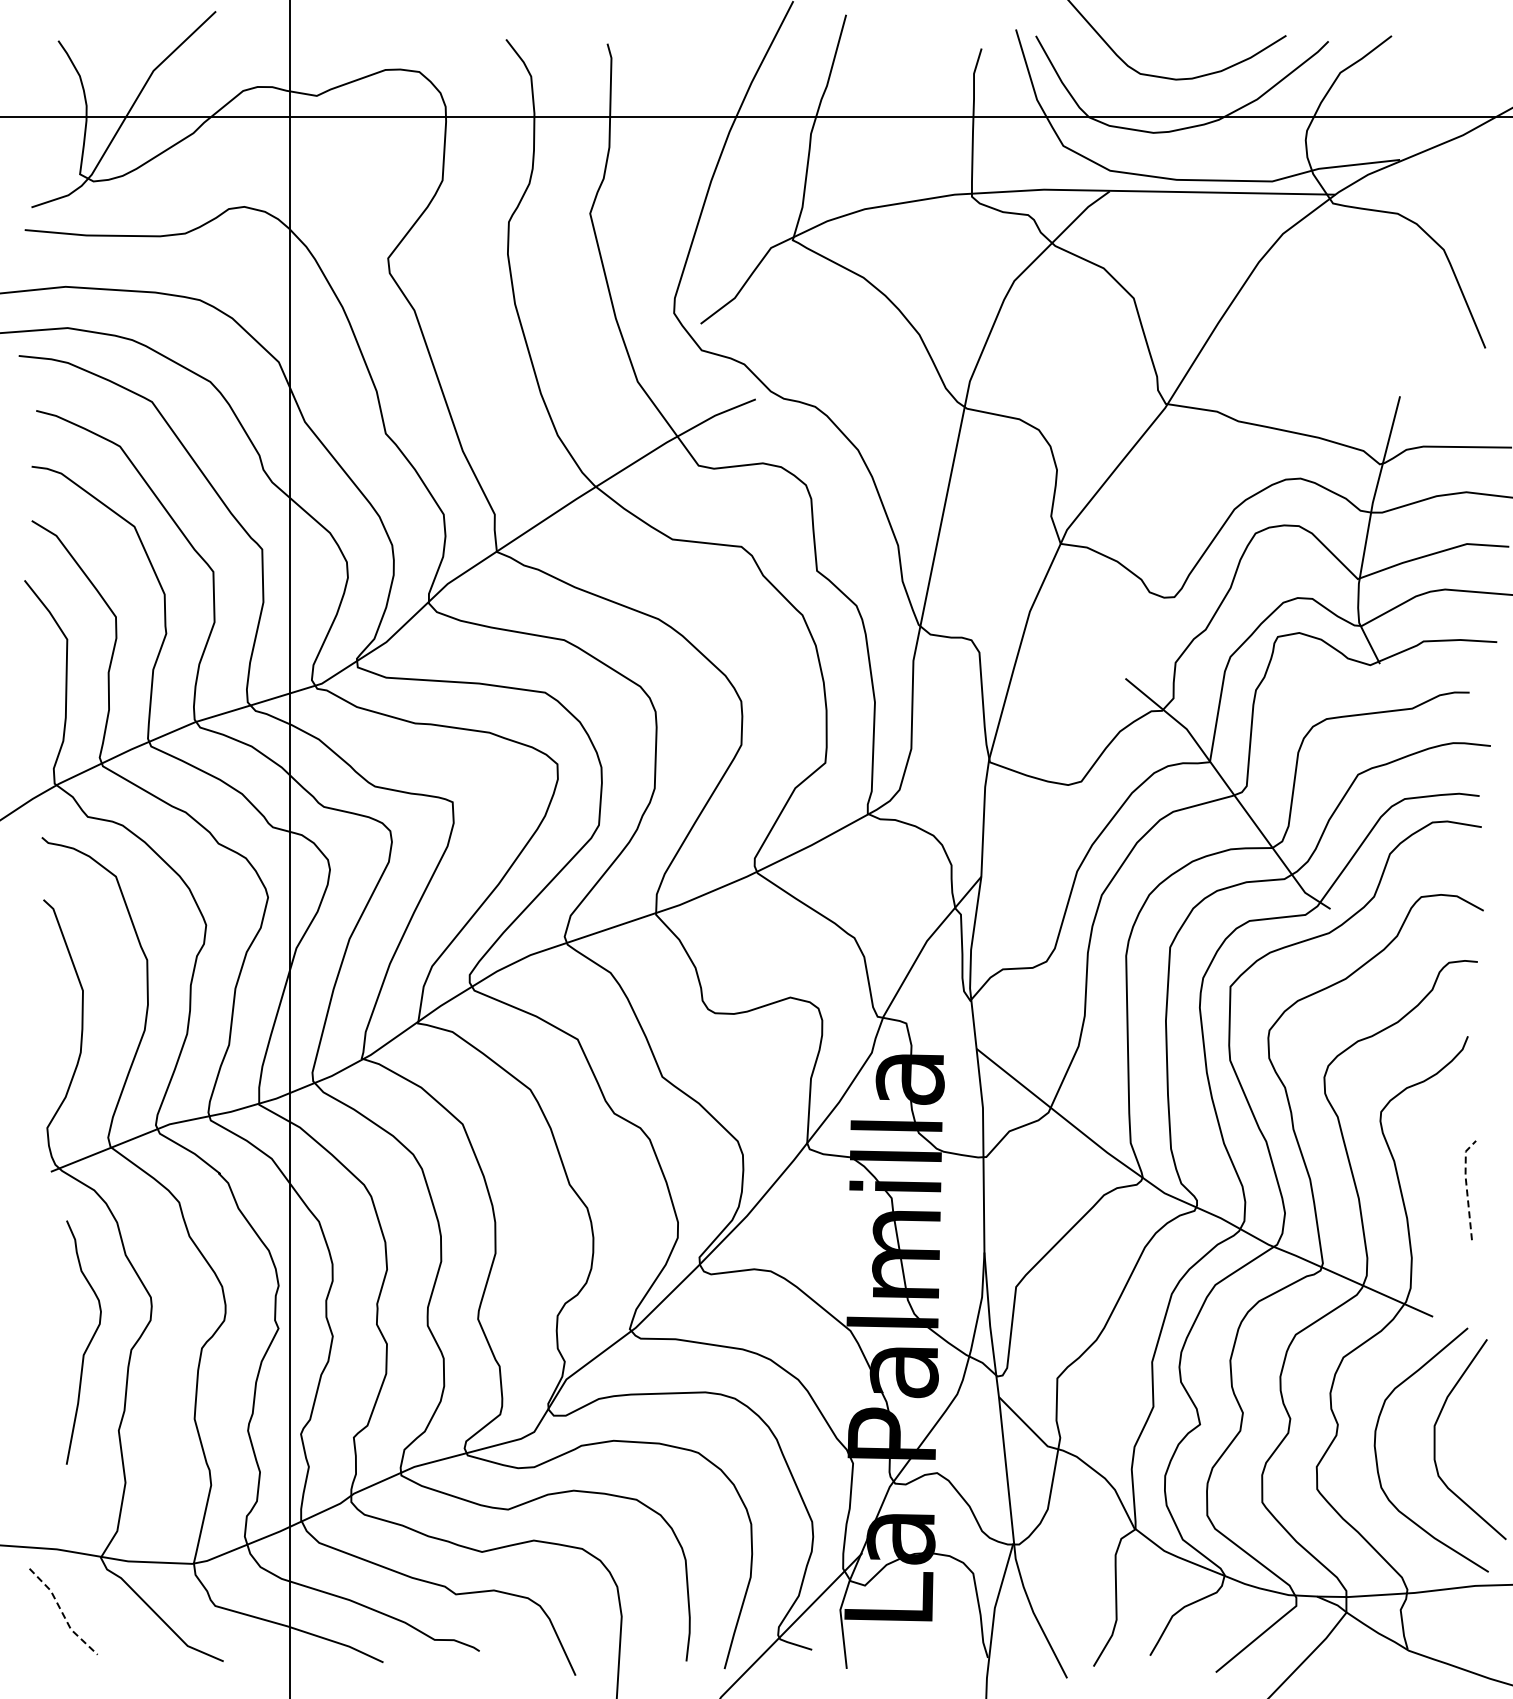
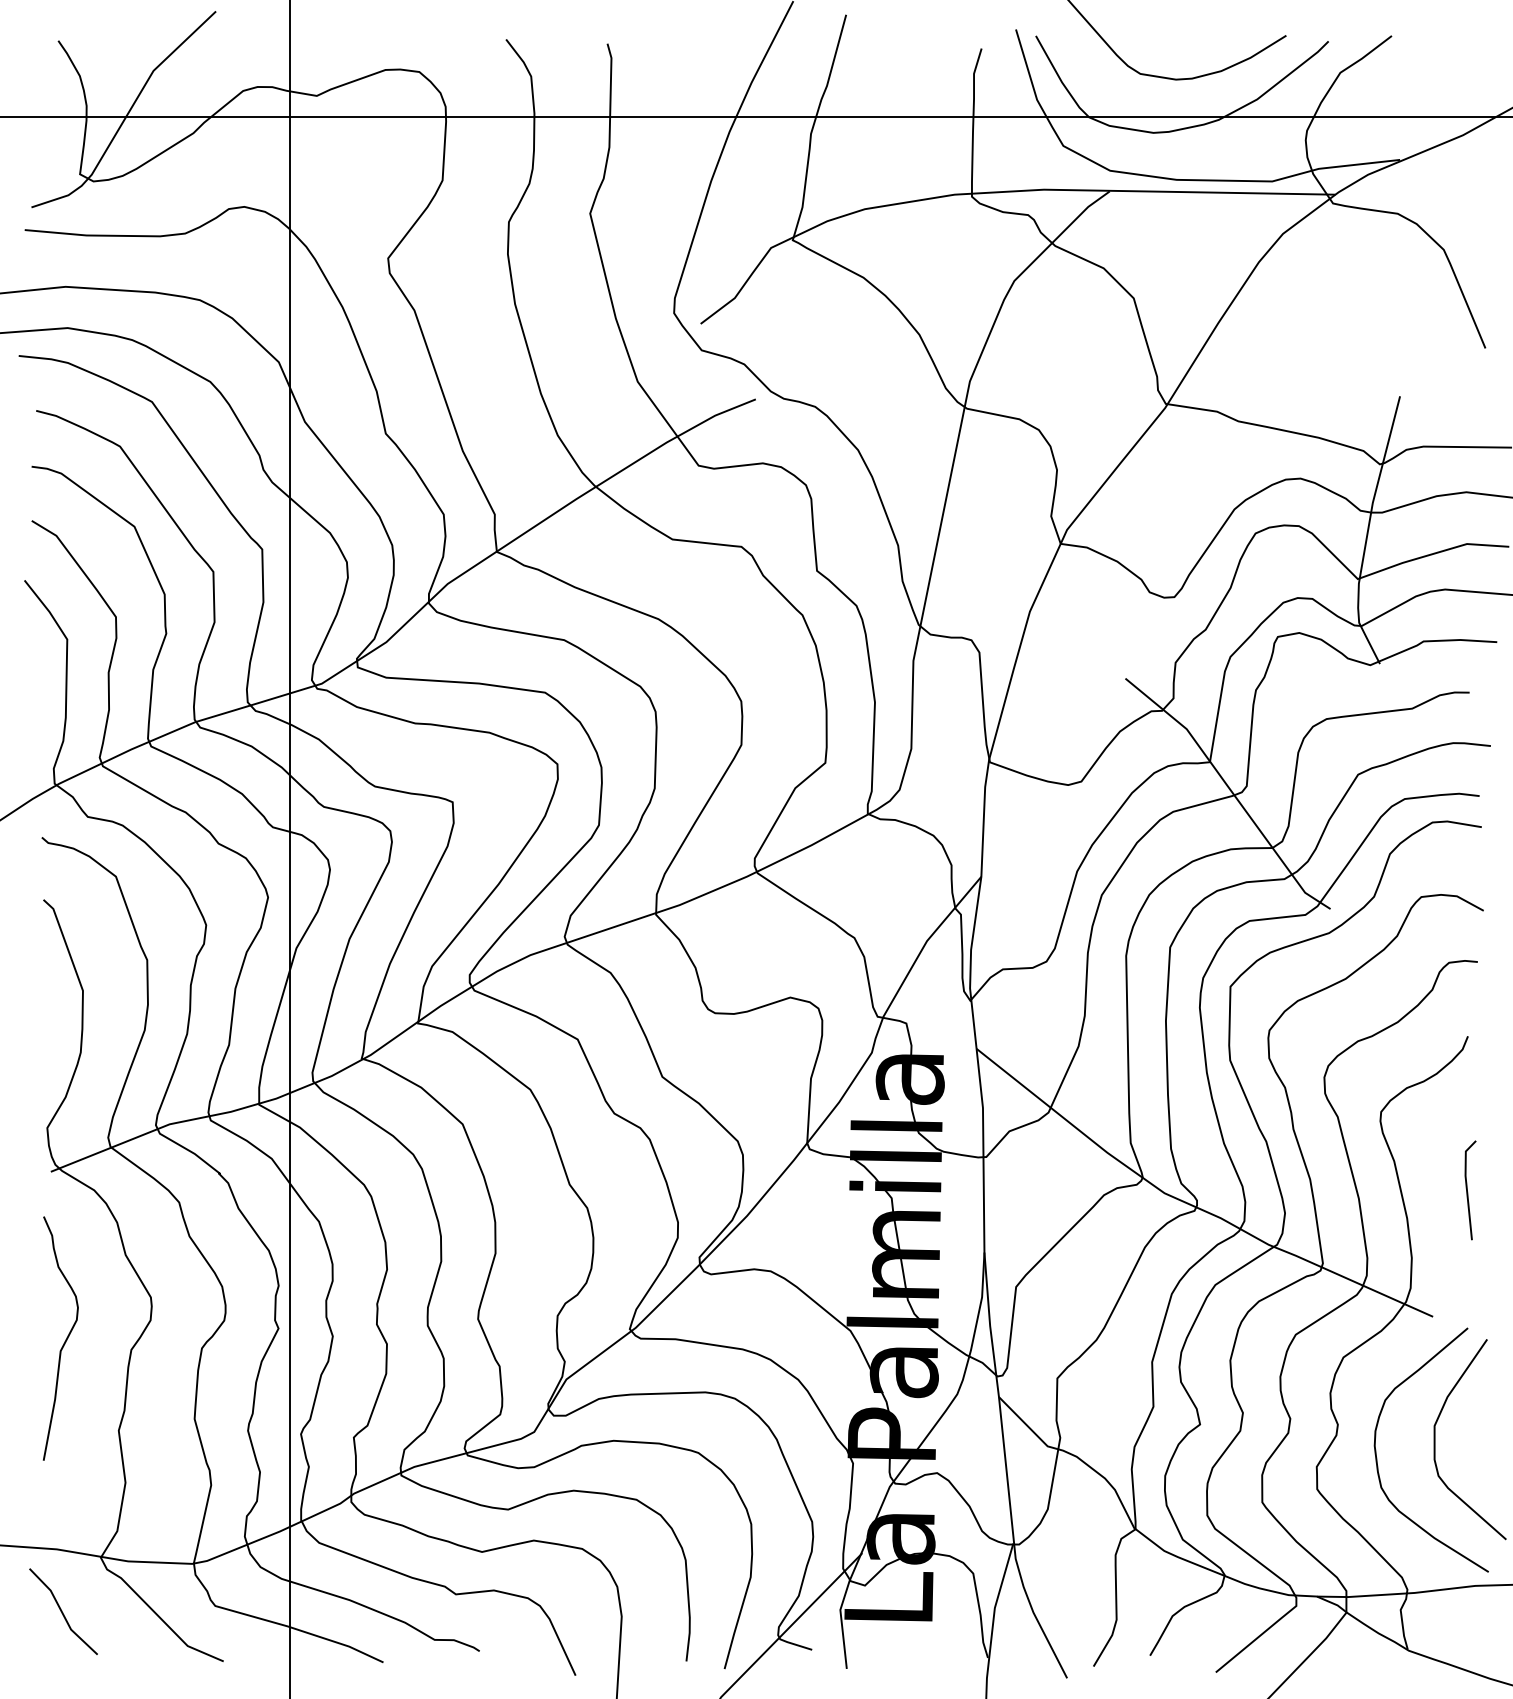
line at (1466, 1186): dashed -> solid
curve at (87, 1345) position: (87, 1345) -> (64, 1341)
line at (62, 1613): dashed -> solid
